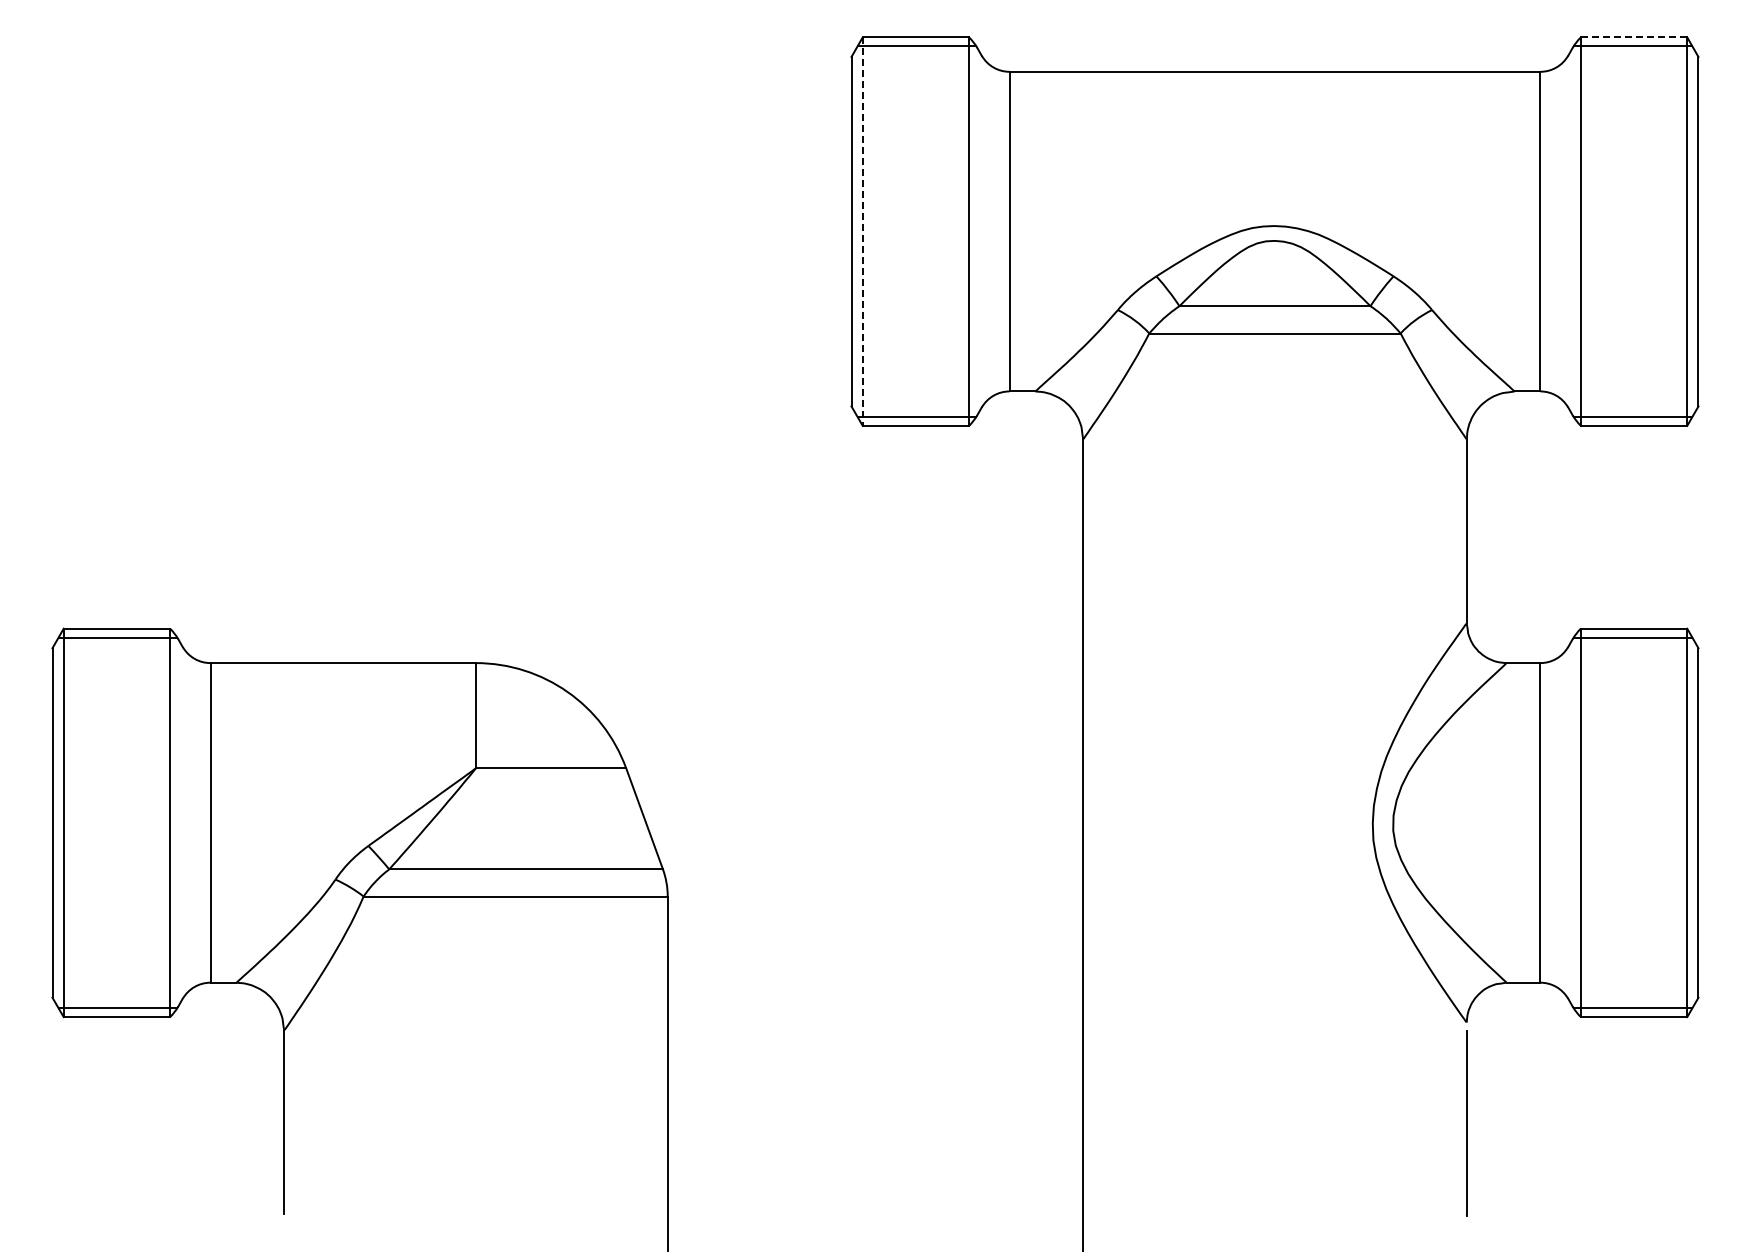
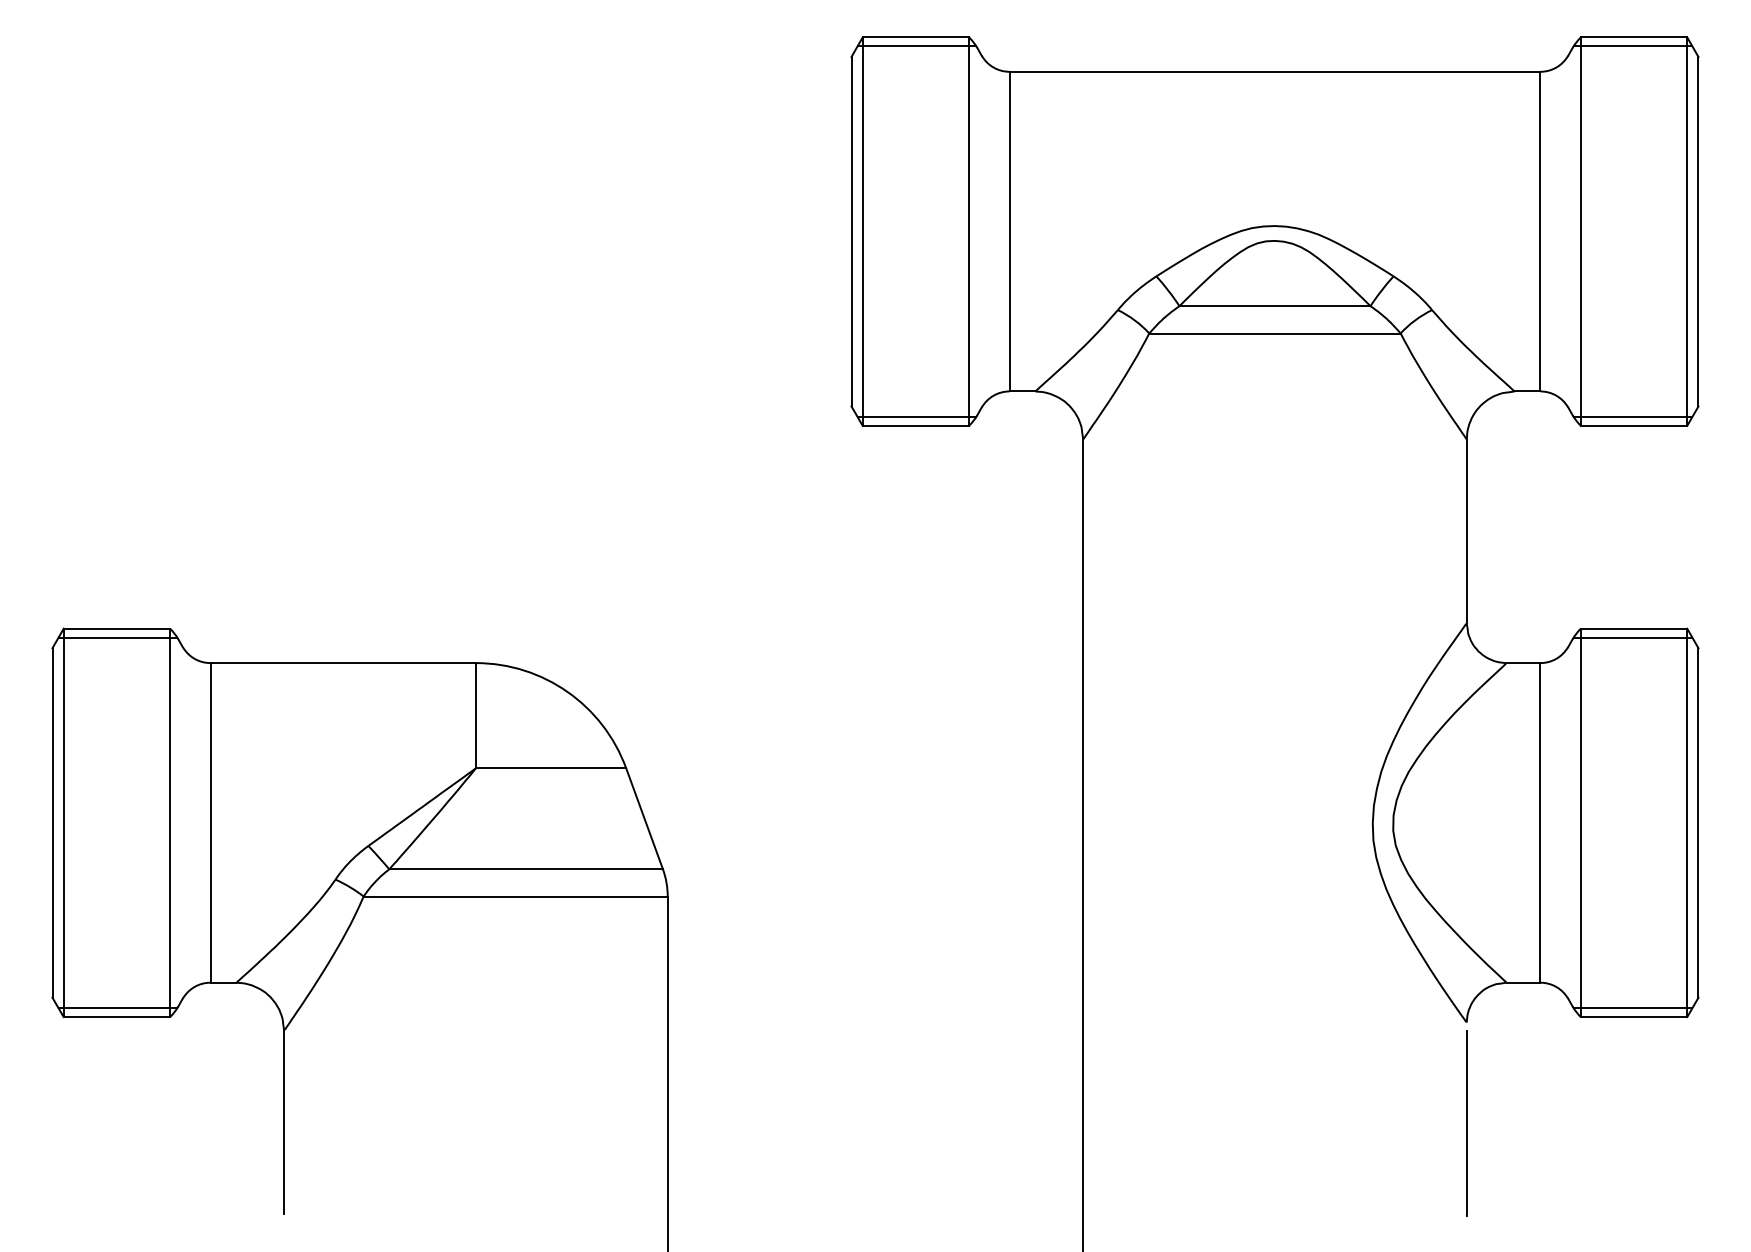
line at (1633, 37): dashed -> solid
line at (862, 232): dashed -> solid
